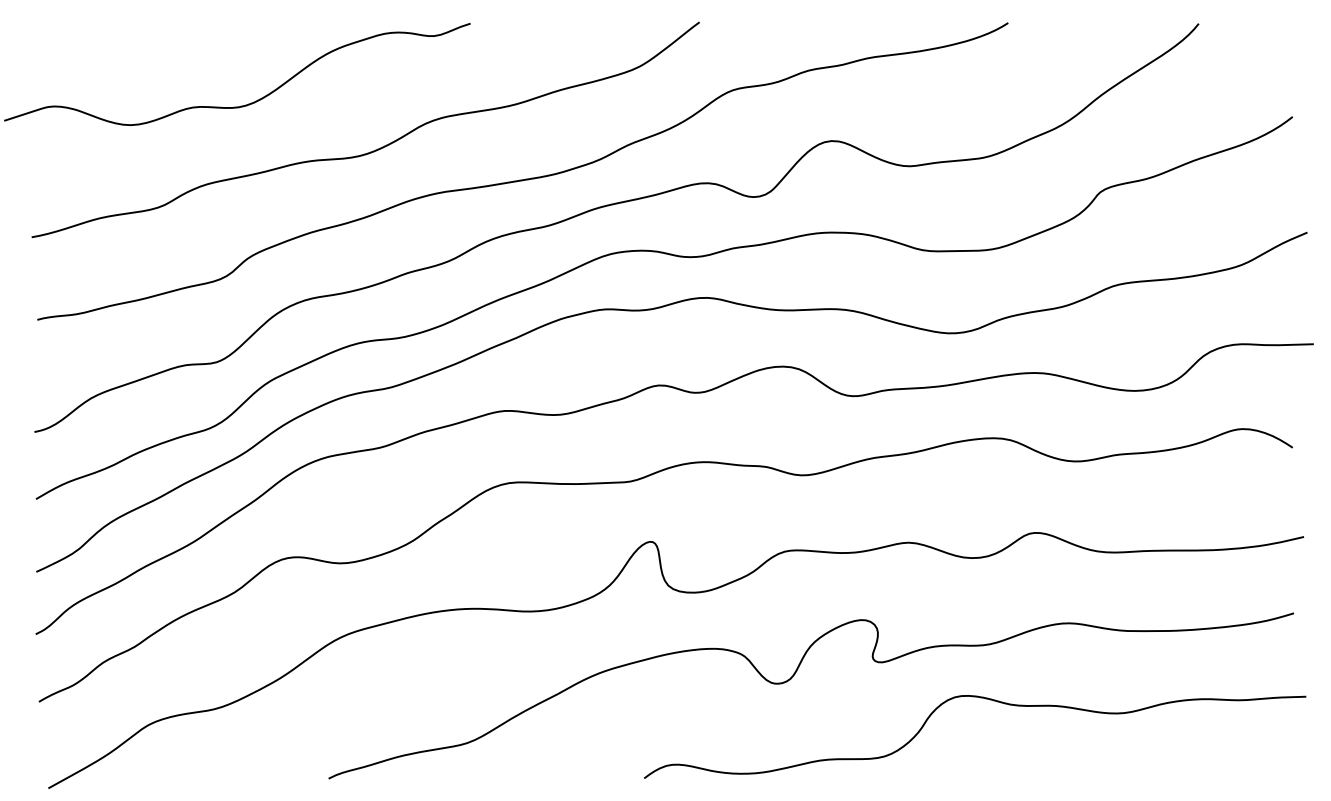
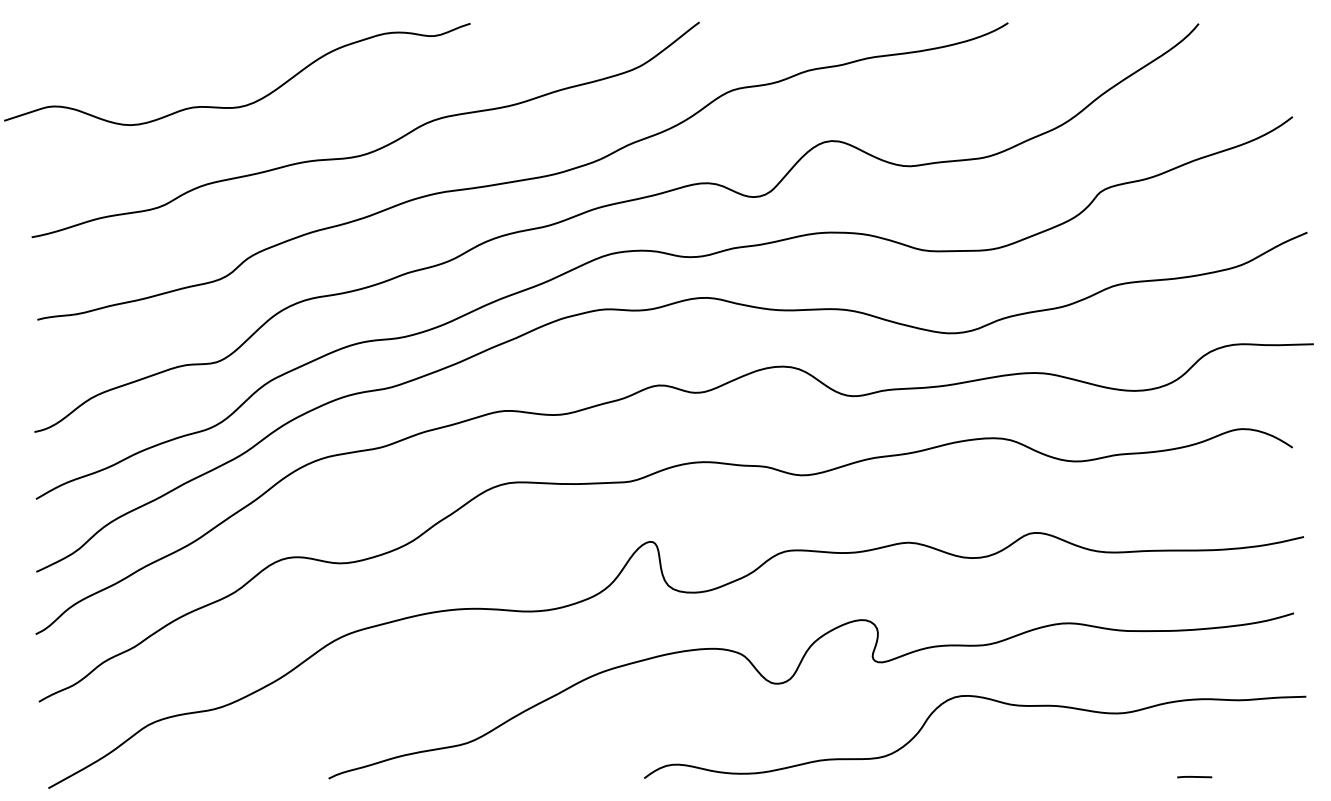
line at (1194, 777): none -> present
